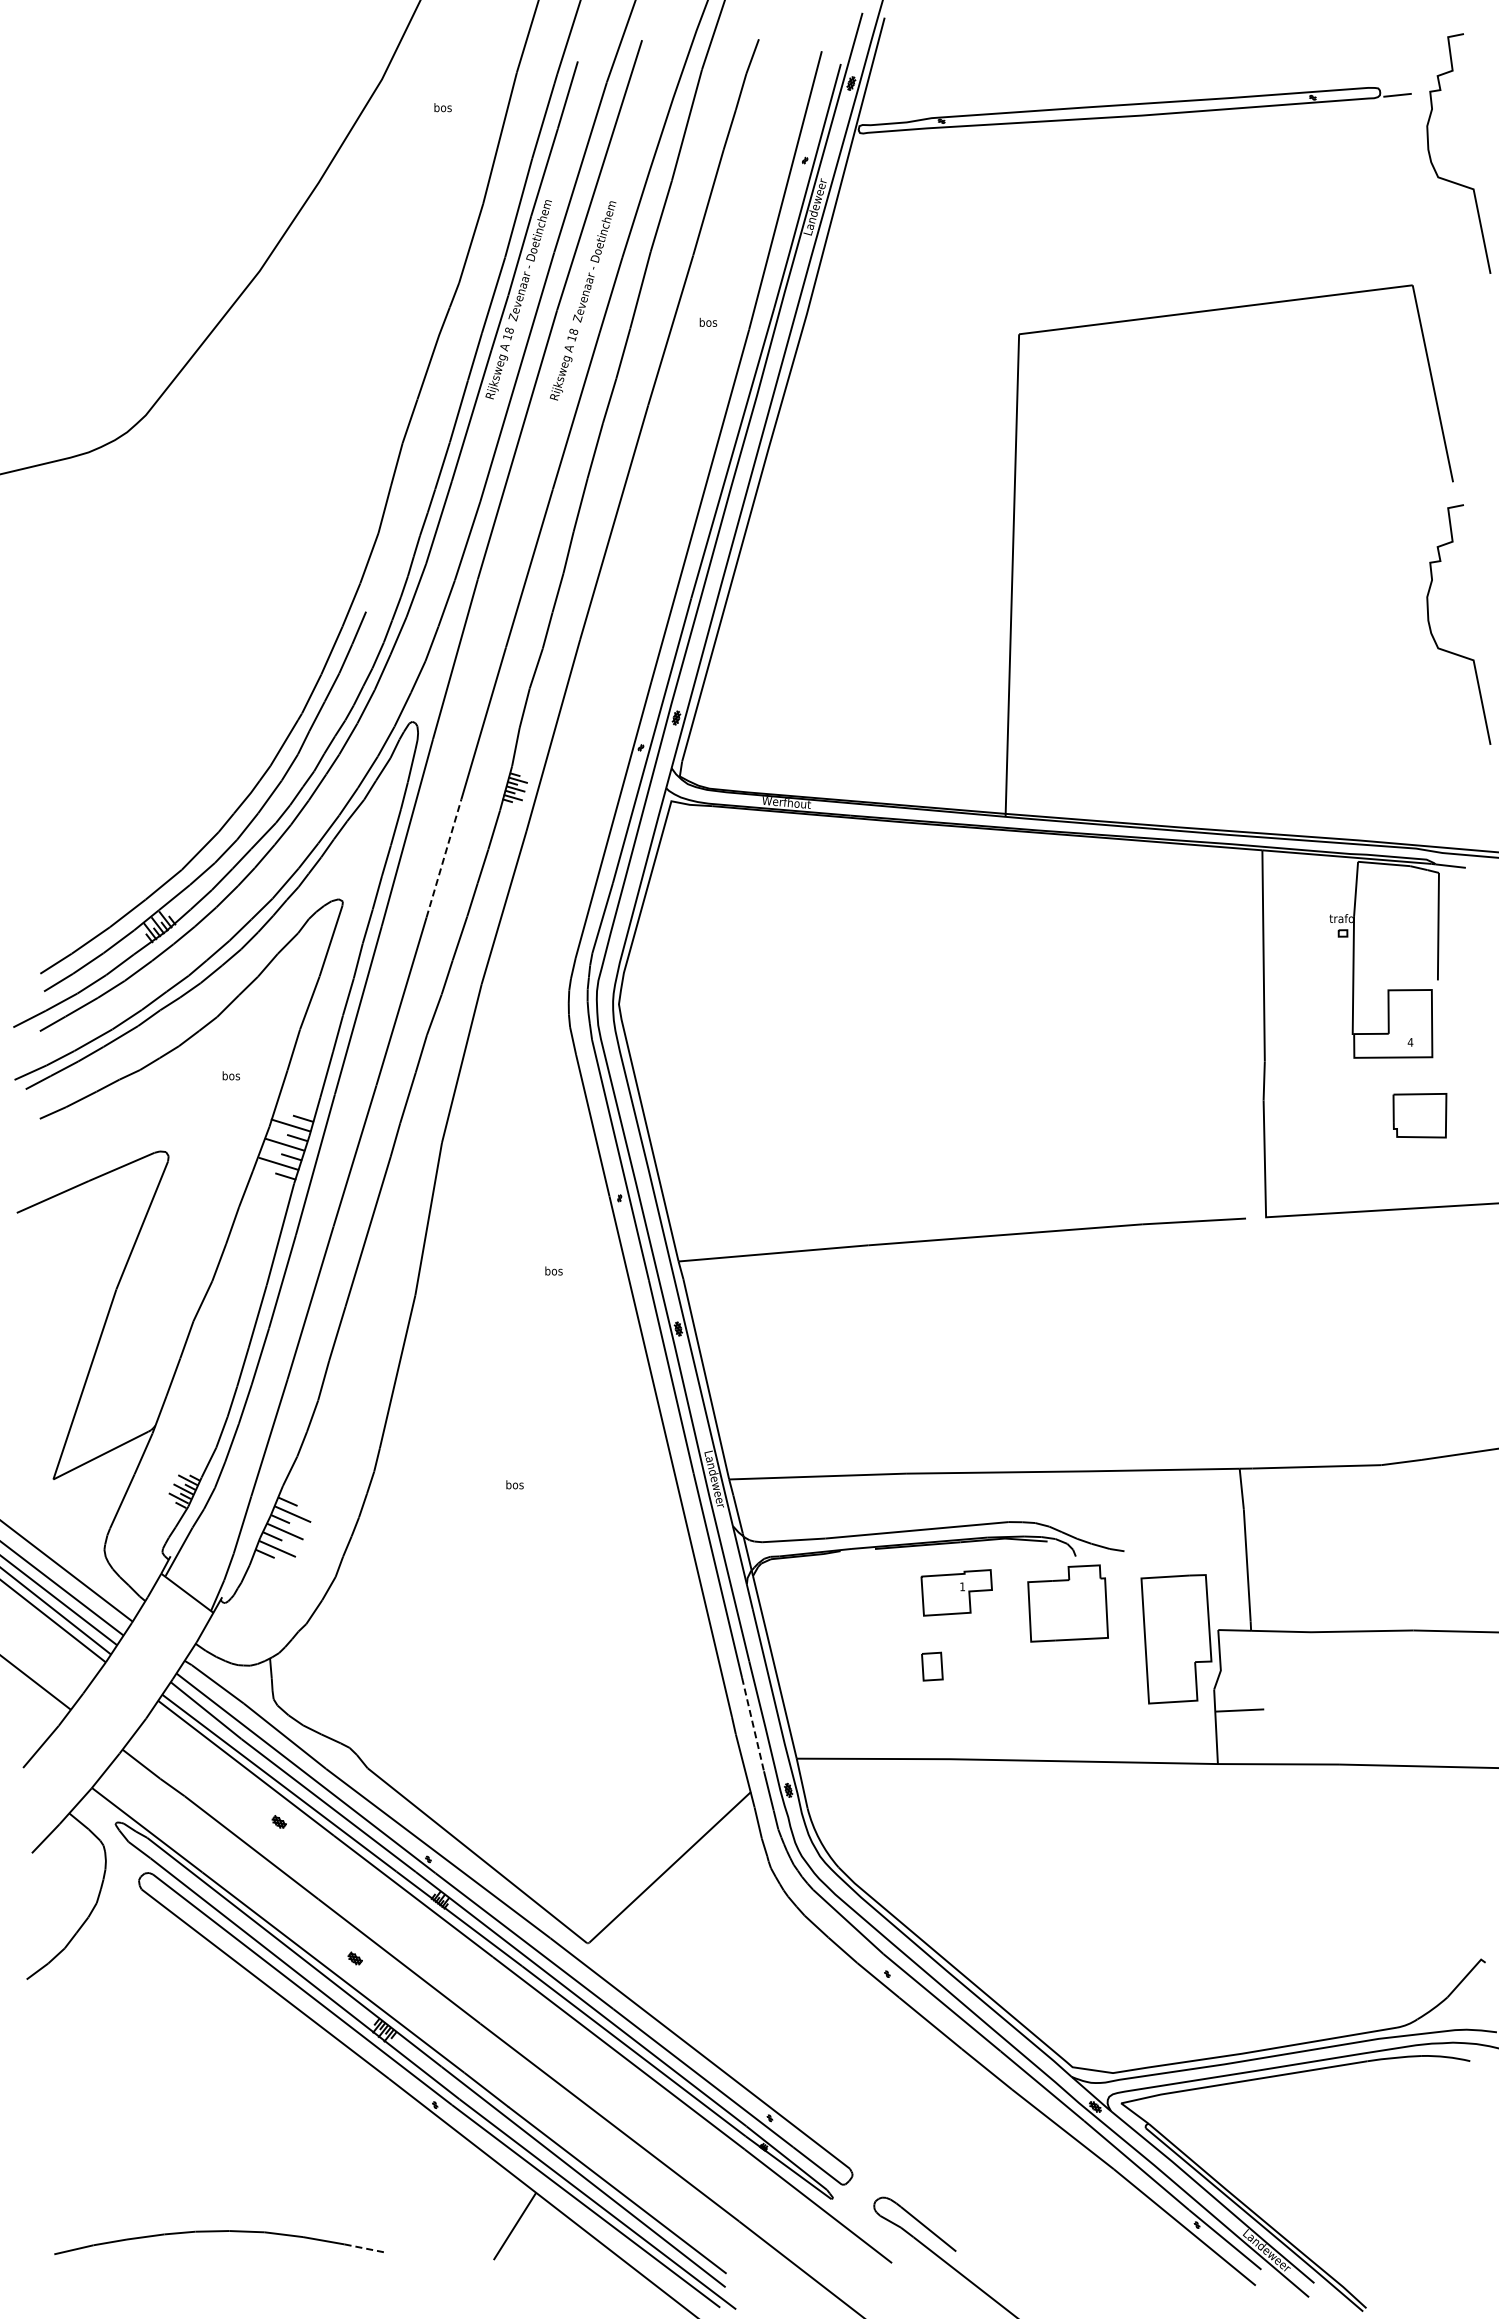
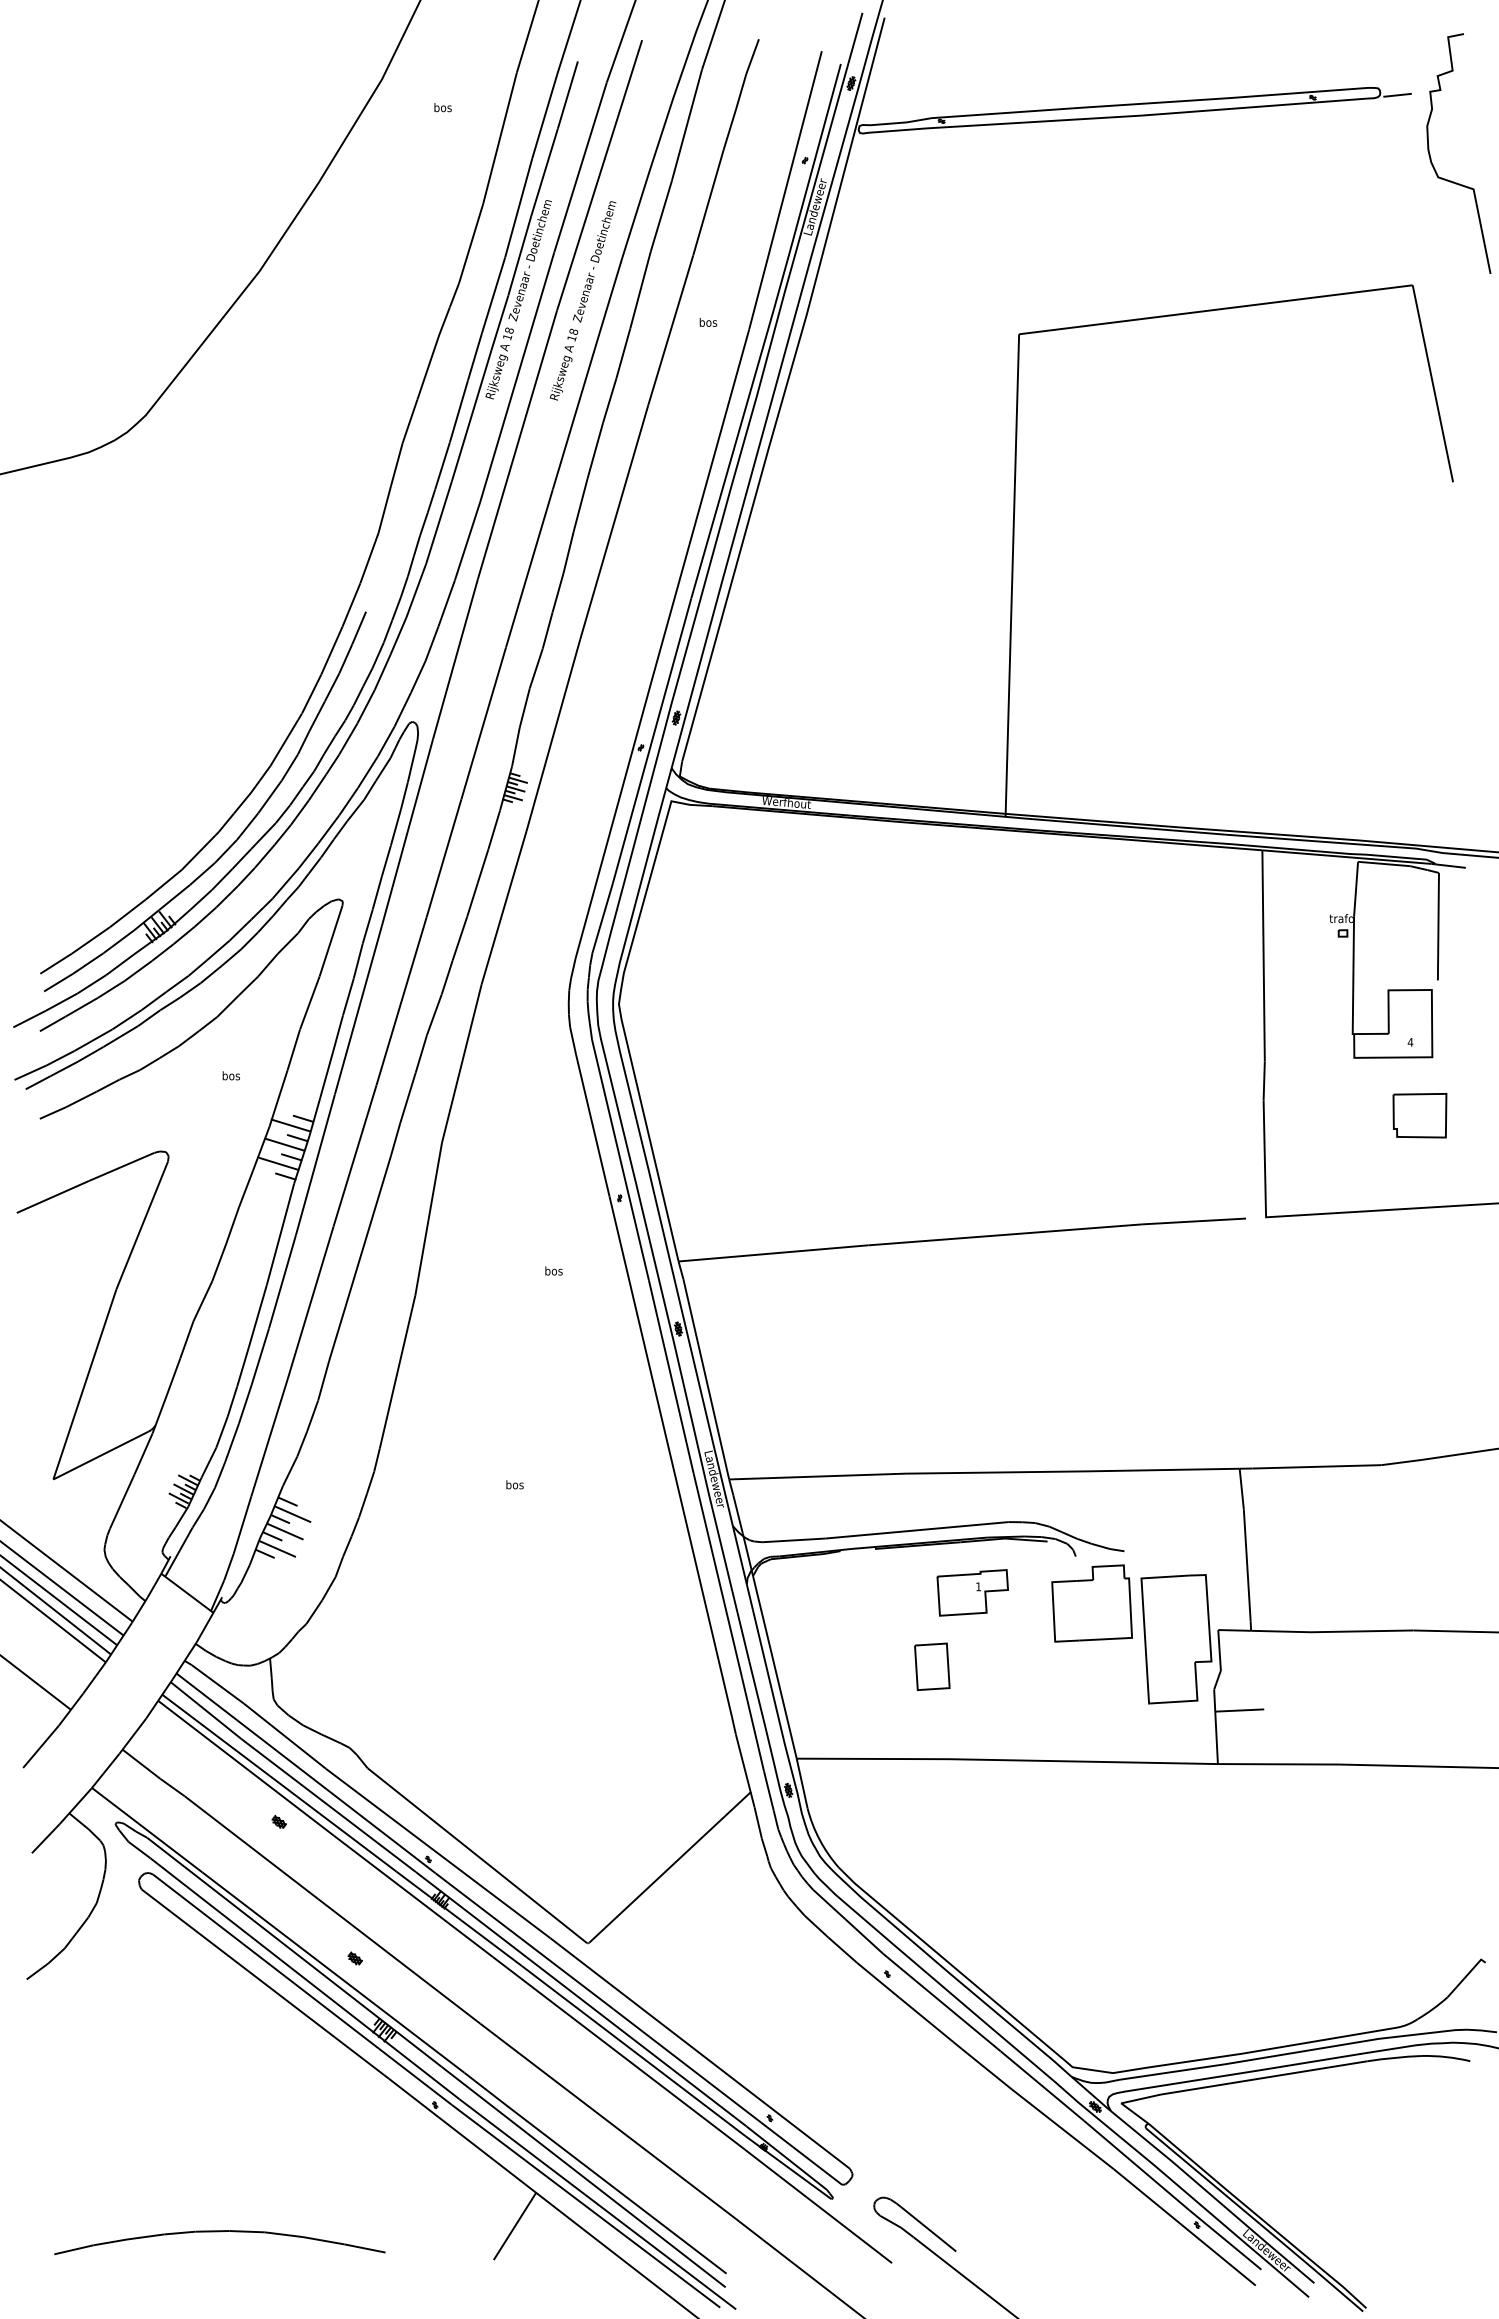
curve at (1431, 628): present -> none
line at (444, 858): dashed -> solid
part at (956, 1592) position: (956, 1592) -> (972, 1592)
part at (1067, 1603) position: (1067, 1603) -> (1091, 1603)
part at (932, 1666) size: 23x31 px -> 37x49 px
line at (753, 1724): dashed -> solid
line at (365, 2248): dashed -> solid
